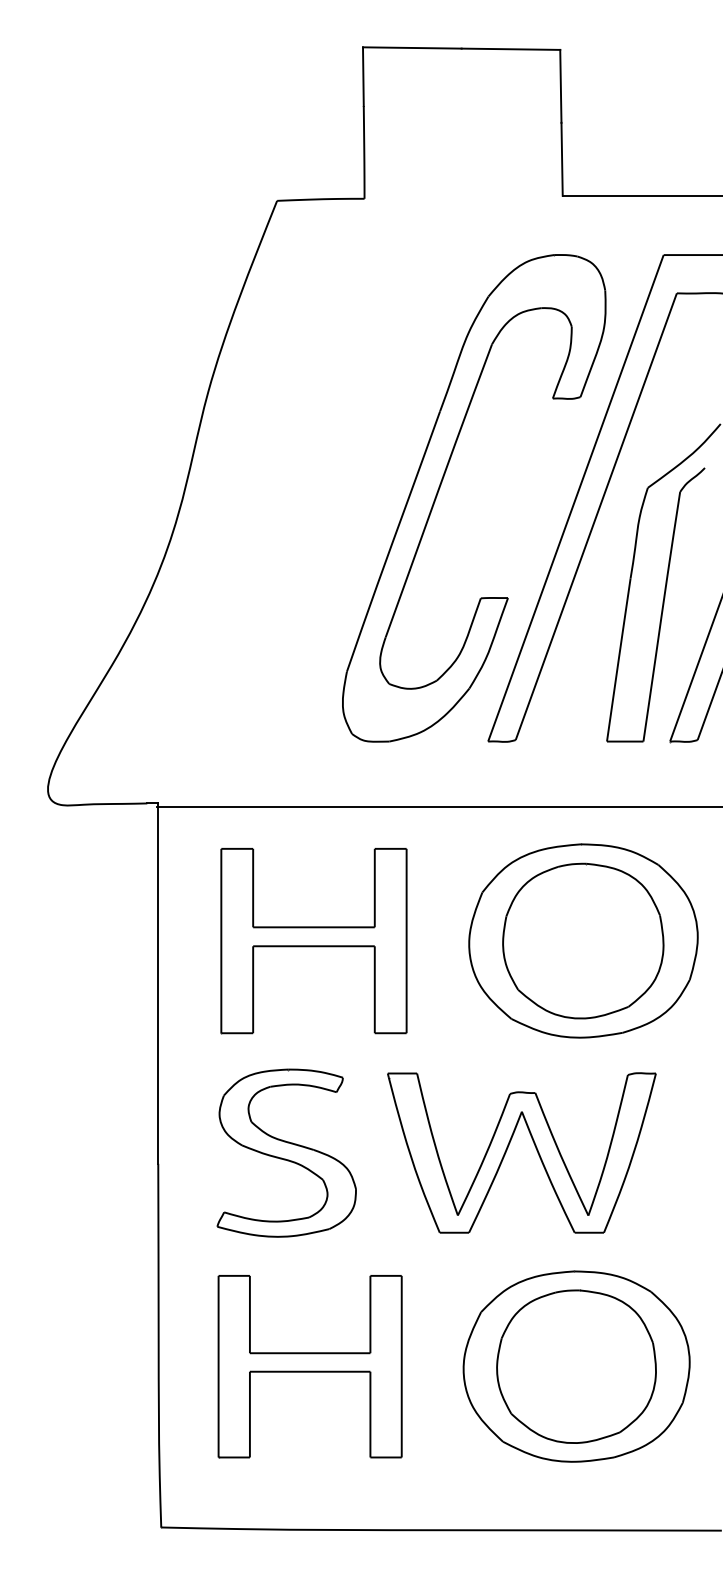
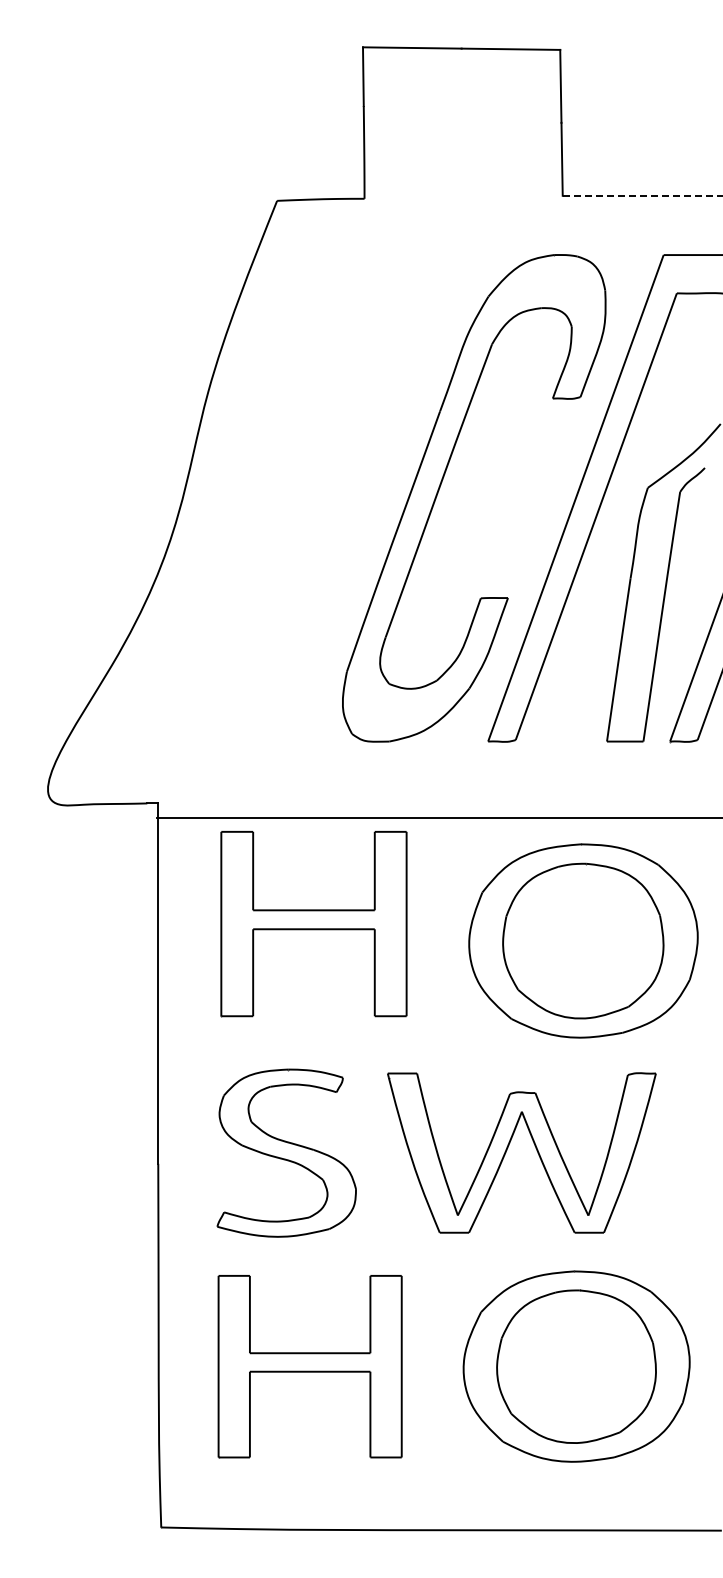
line at (642, 195): solid -> dashed
line at (437, 806) position: (437, 806) -> (437, 817)
part at (313, 941) position: (313, 941) -> (313, 924)
